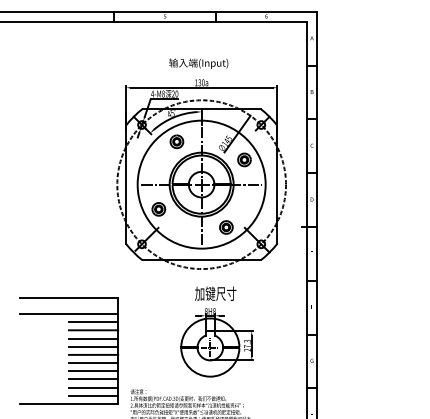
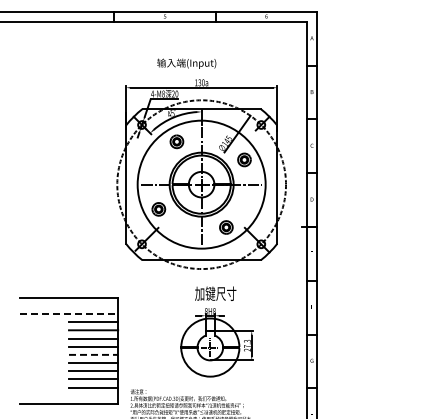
text at (198, 63) position: (198, 63) -> (186, 63)
line at (69, 313): solid -> dashed
line at (93, 354): solid -> dashed
line at (93, 395): present -> none
